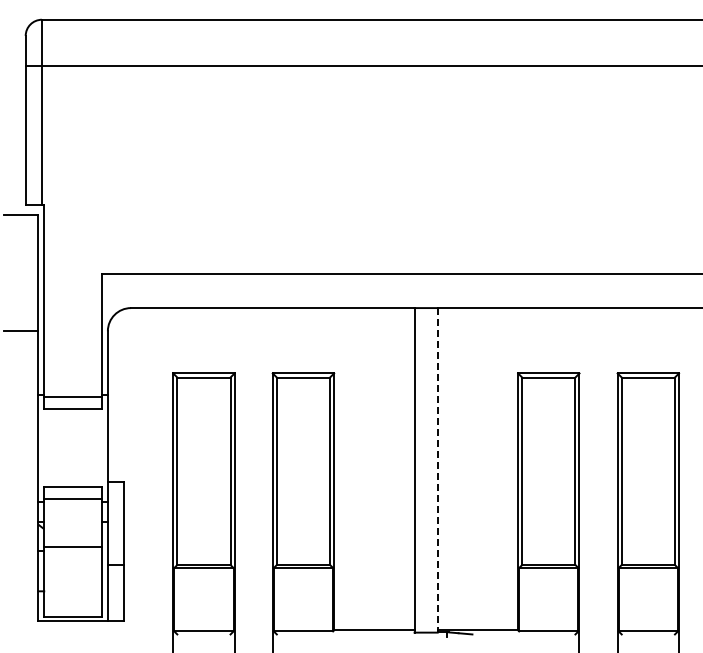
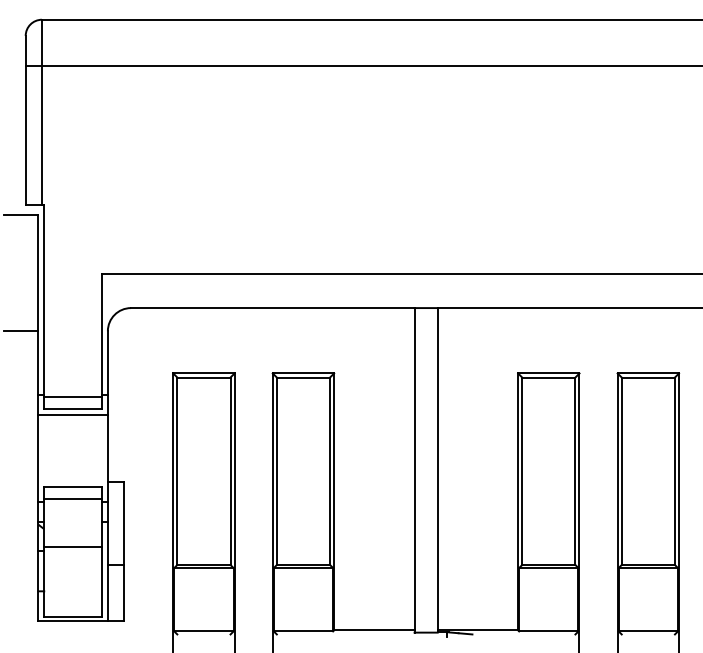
line at (72, 414): none -> present
line at (437, 469): dashed -> solid
